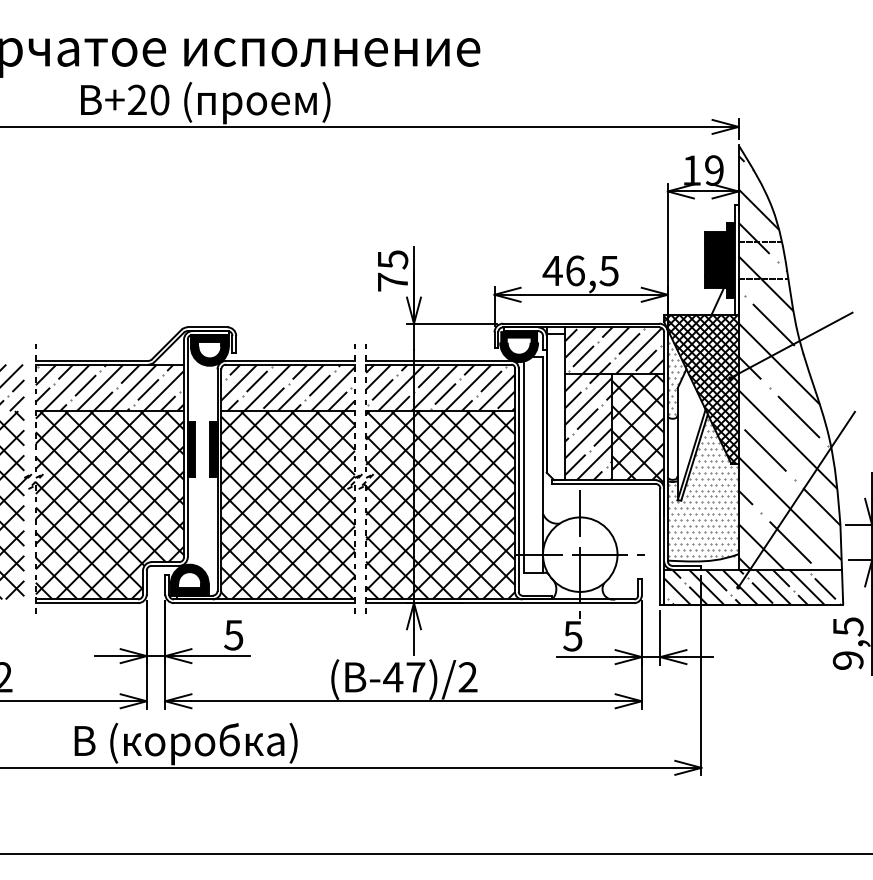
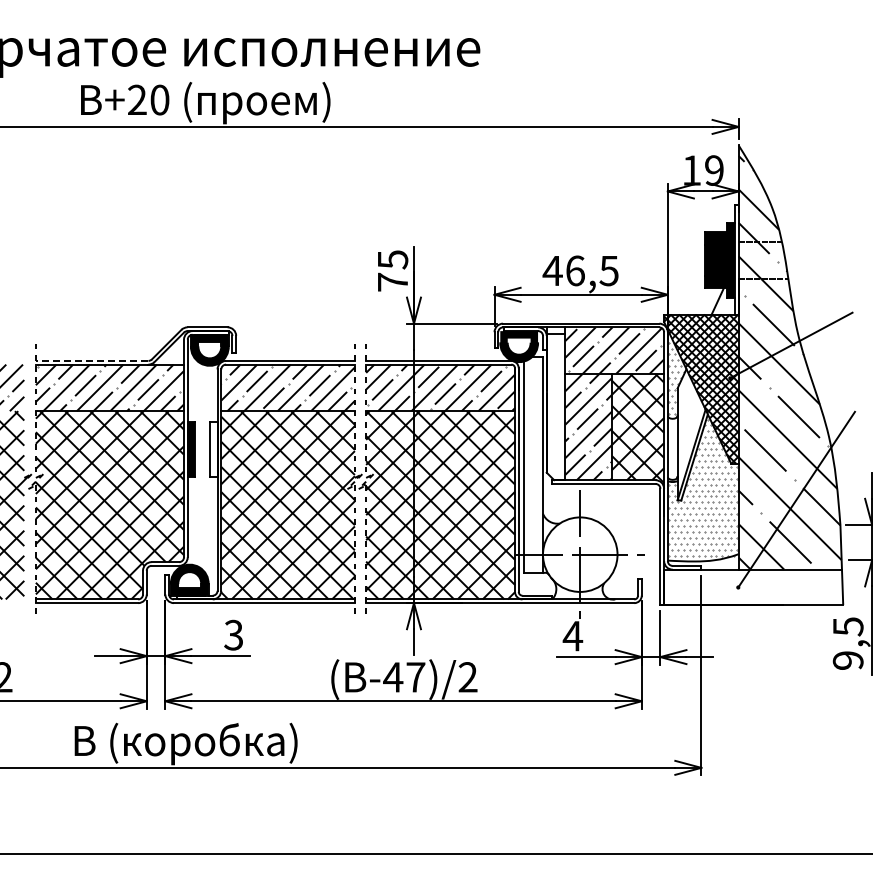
line at (91, 360): solid -> dashed
fill at (213, 449): present -> none
hatch at (751, 587): present -> none
text at (233, 634): 5 -> 3
text at (572, 636): 5 -> 4
